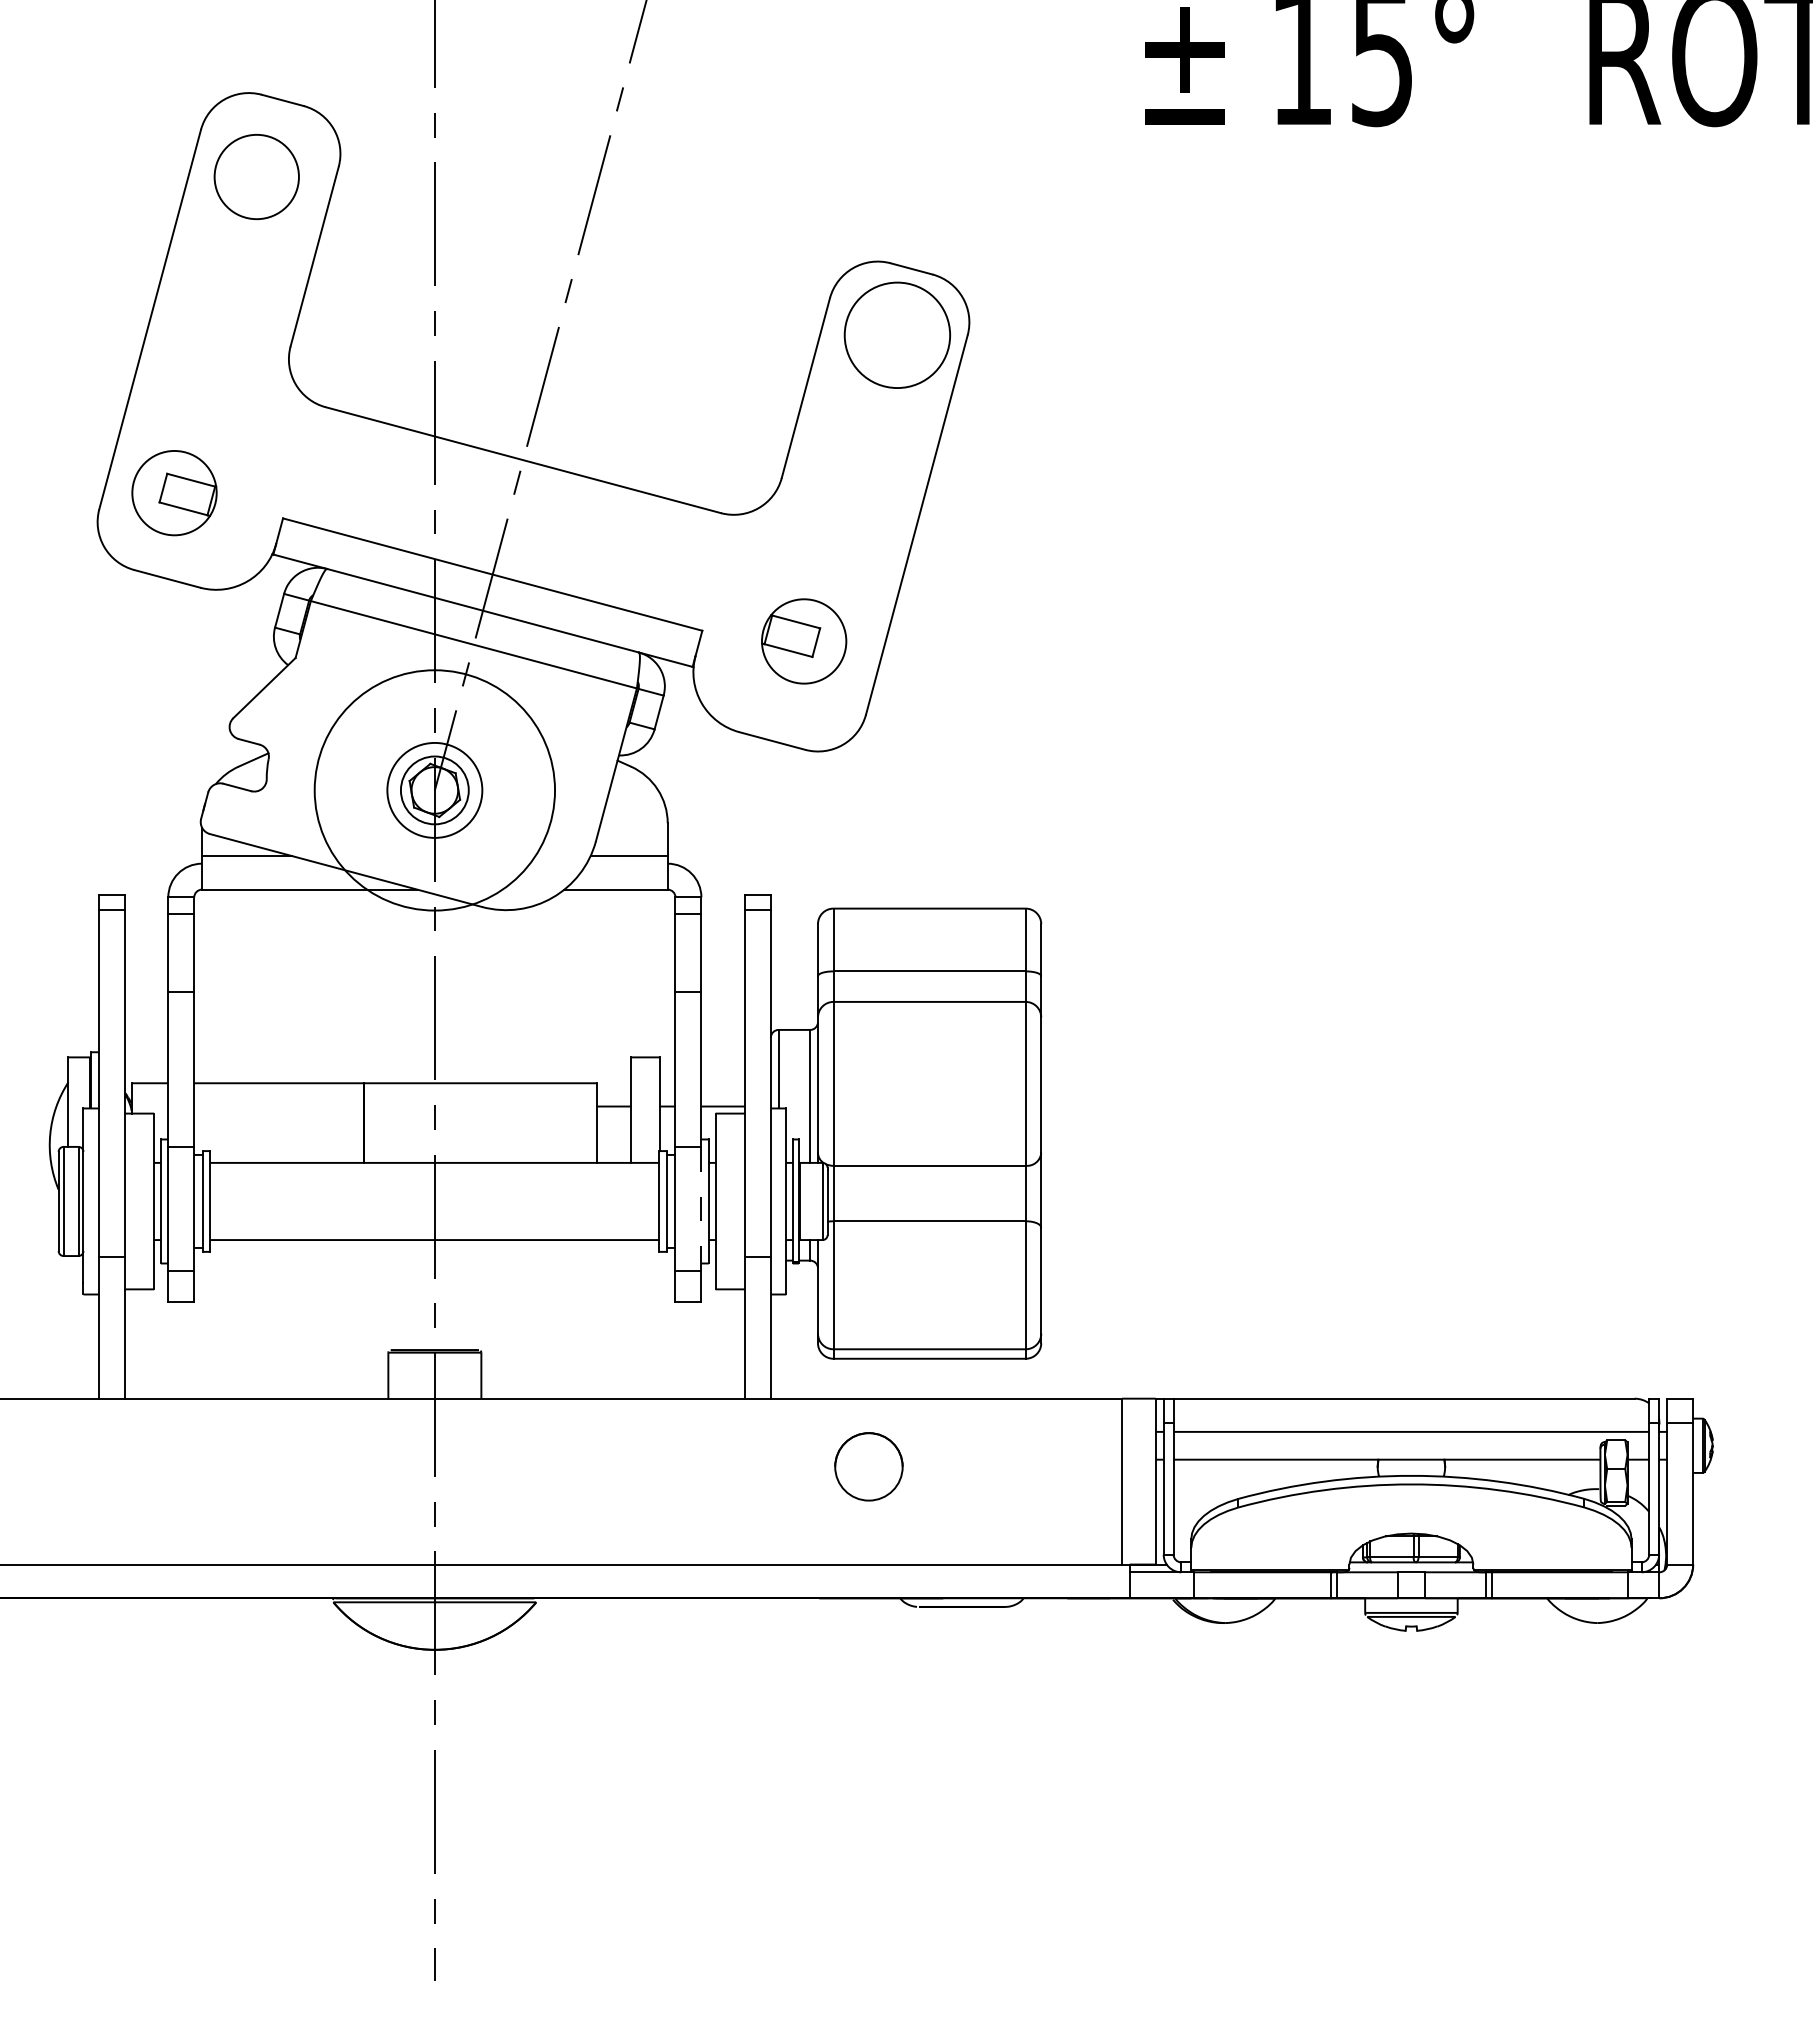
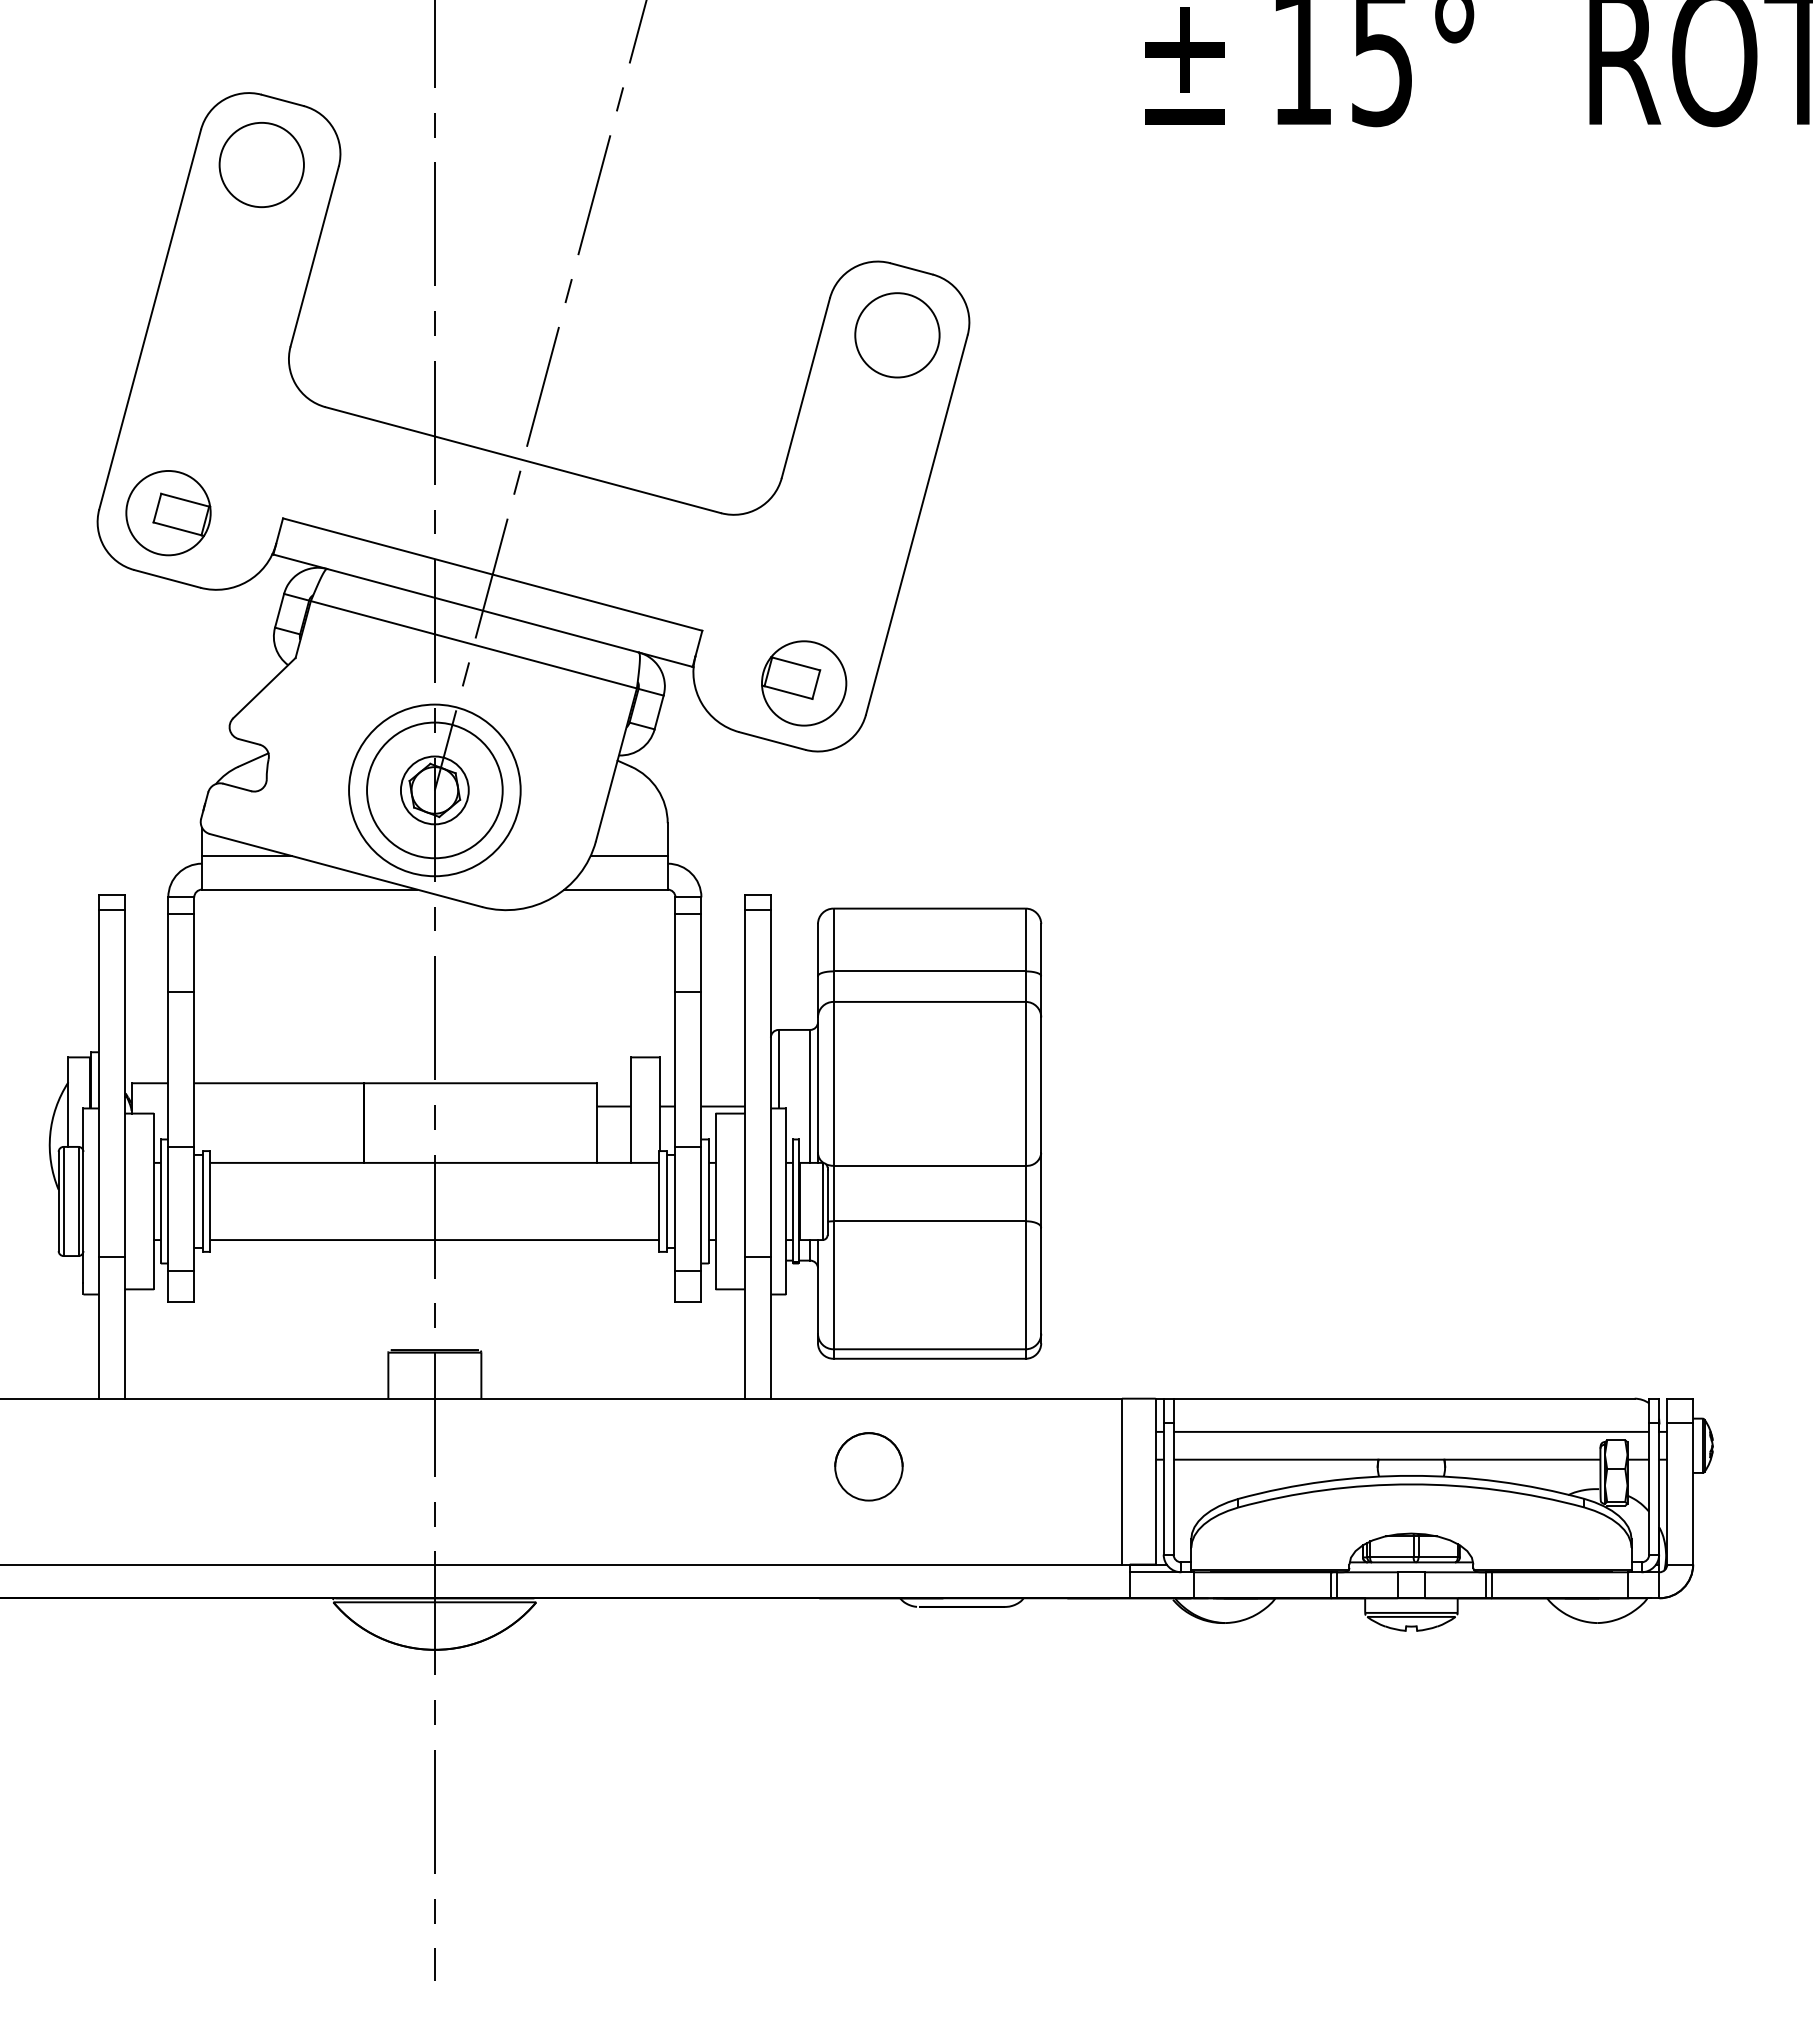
circle at (256, 177) position: (256, 177) -> (261, 165)
circle at (897, 335) diameter: 105 px -> 84 px
part at (174, 493) position: (174, 493) -> (168, 513)
part at (804, 641) position: (804, 641) -> (804, 683)
circle at (434, 789) diameter: 95 px -> 136 px
circle at (434, 790) diameter: 240 px -> 172 px
line at (701, 1209): dashed -> solid
